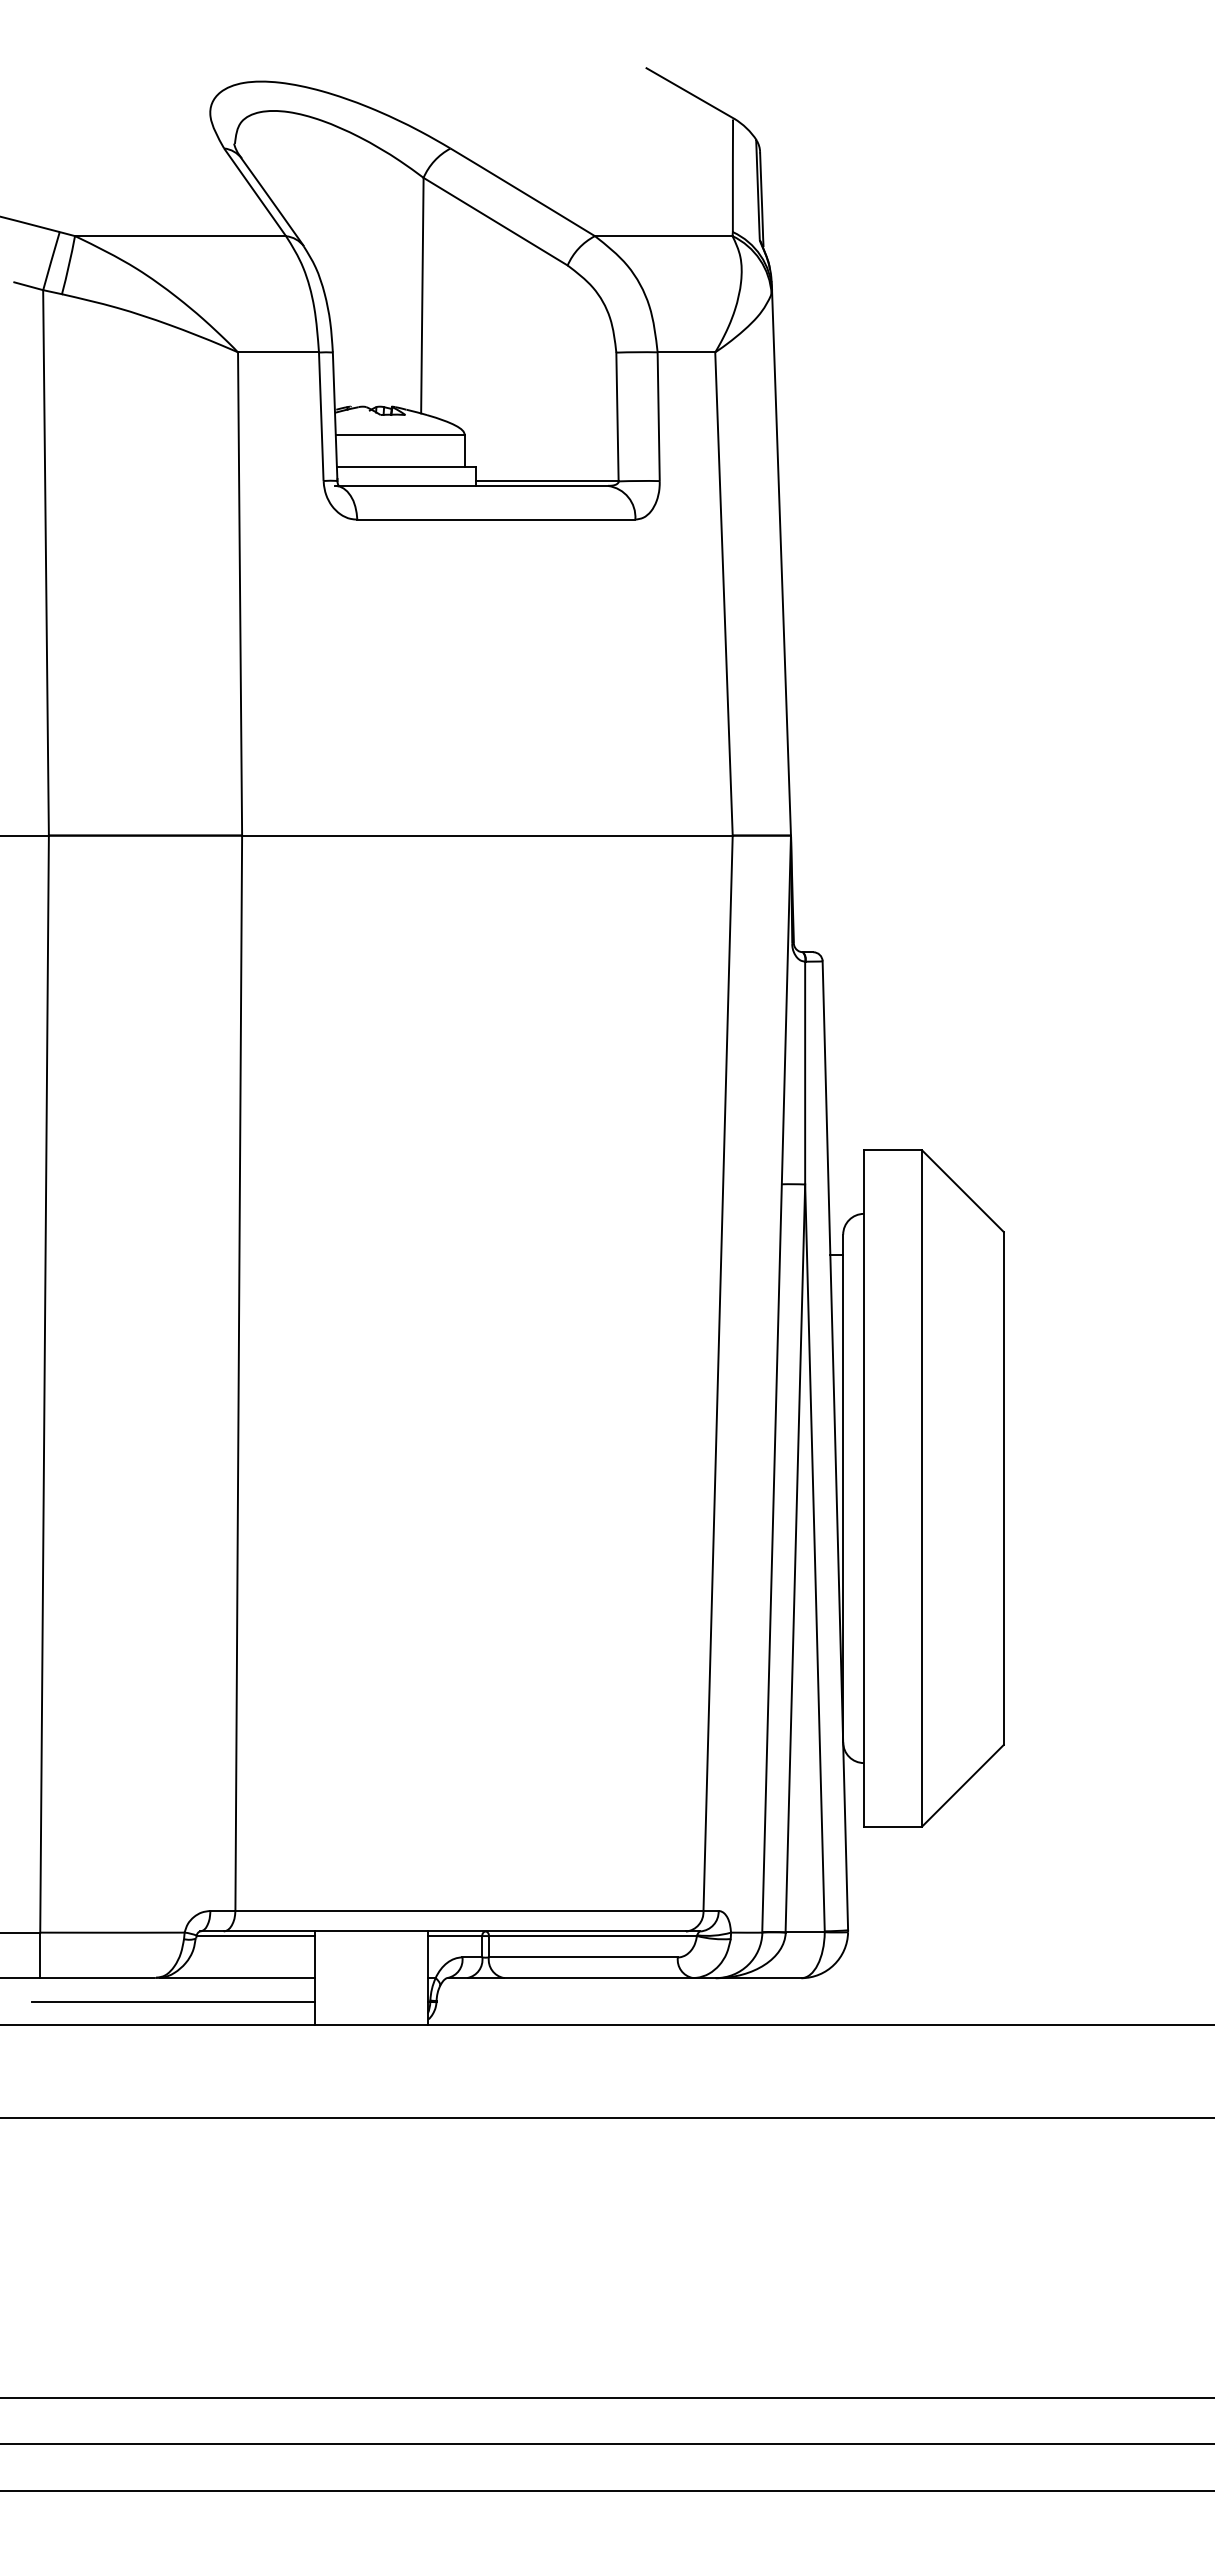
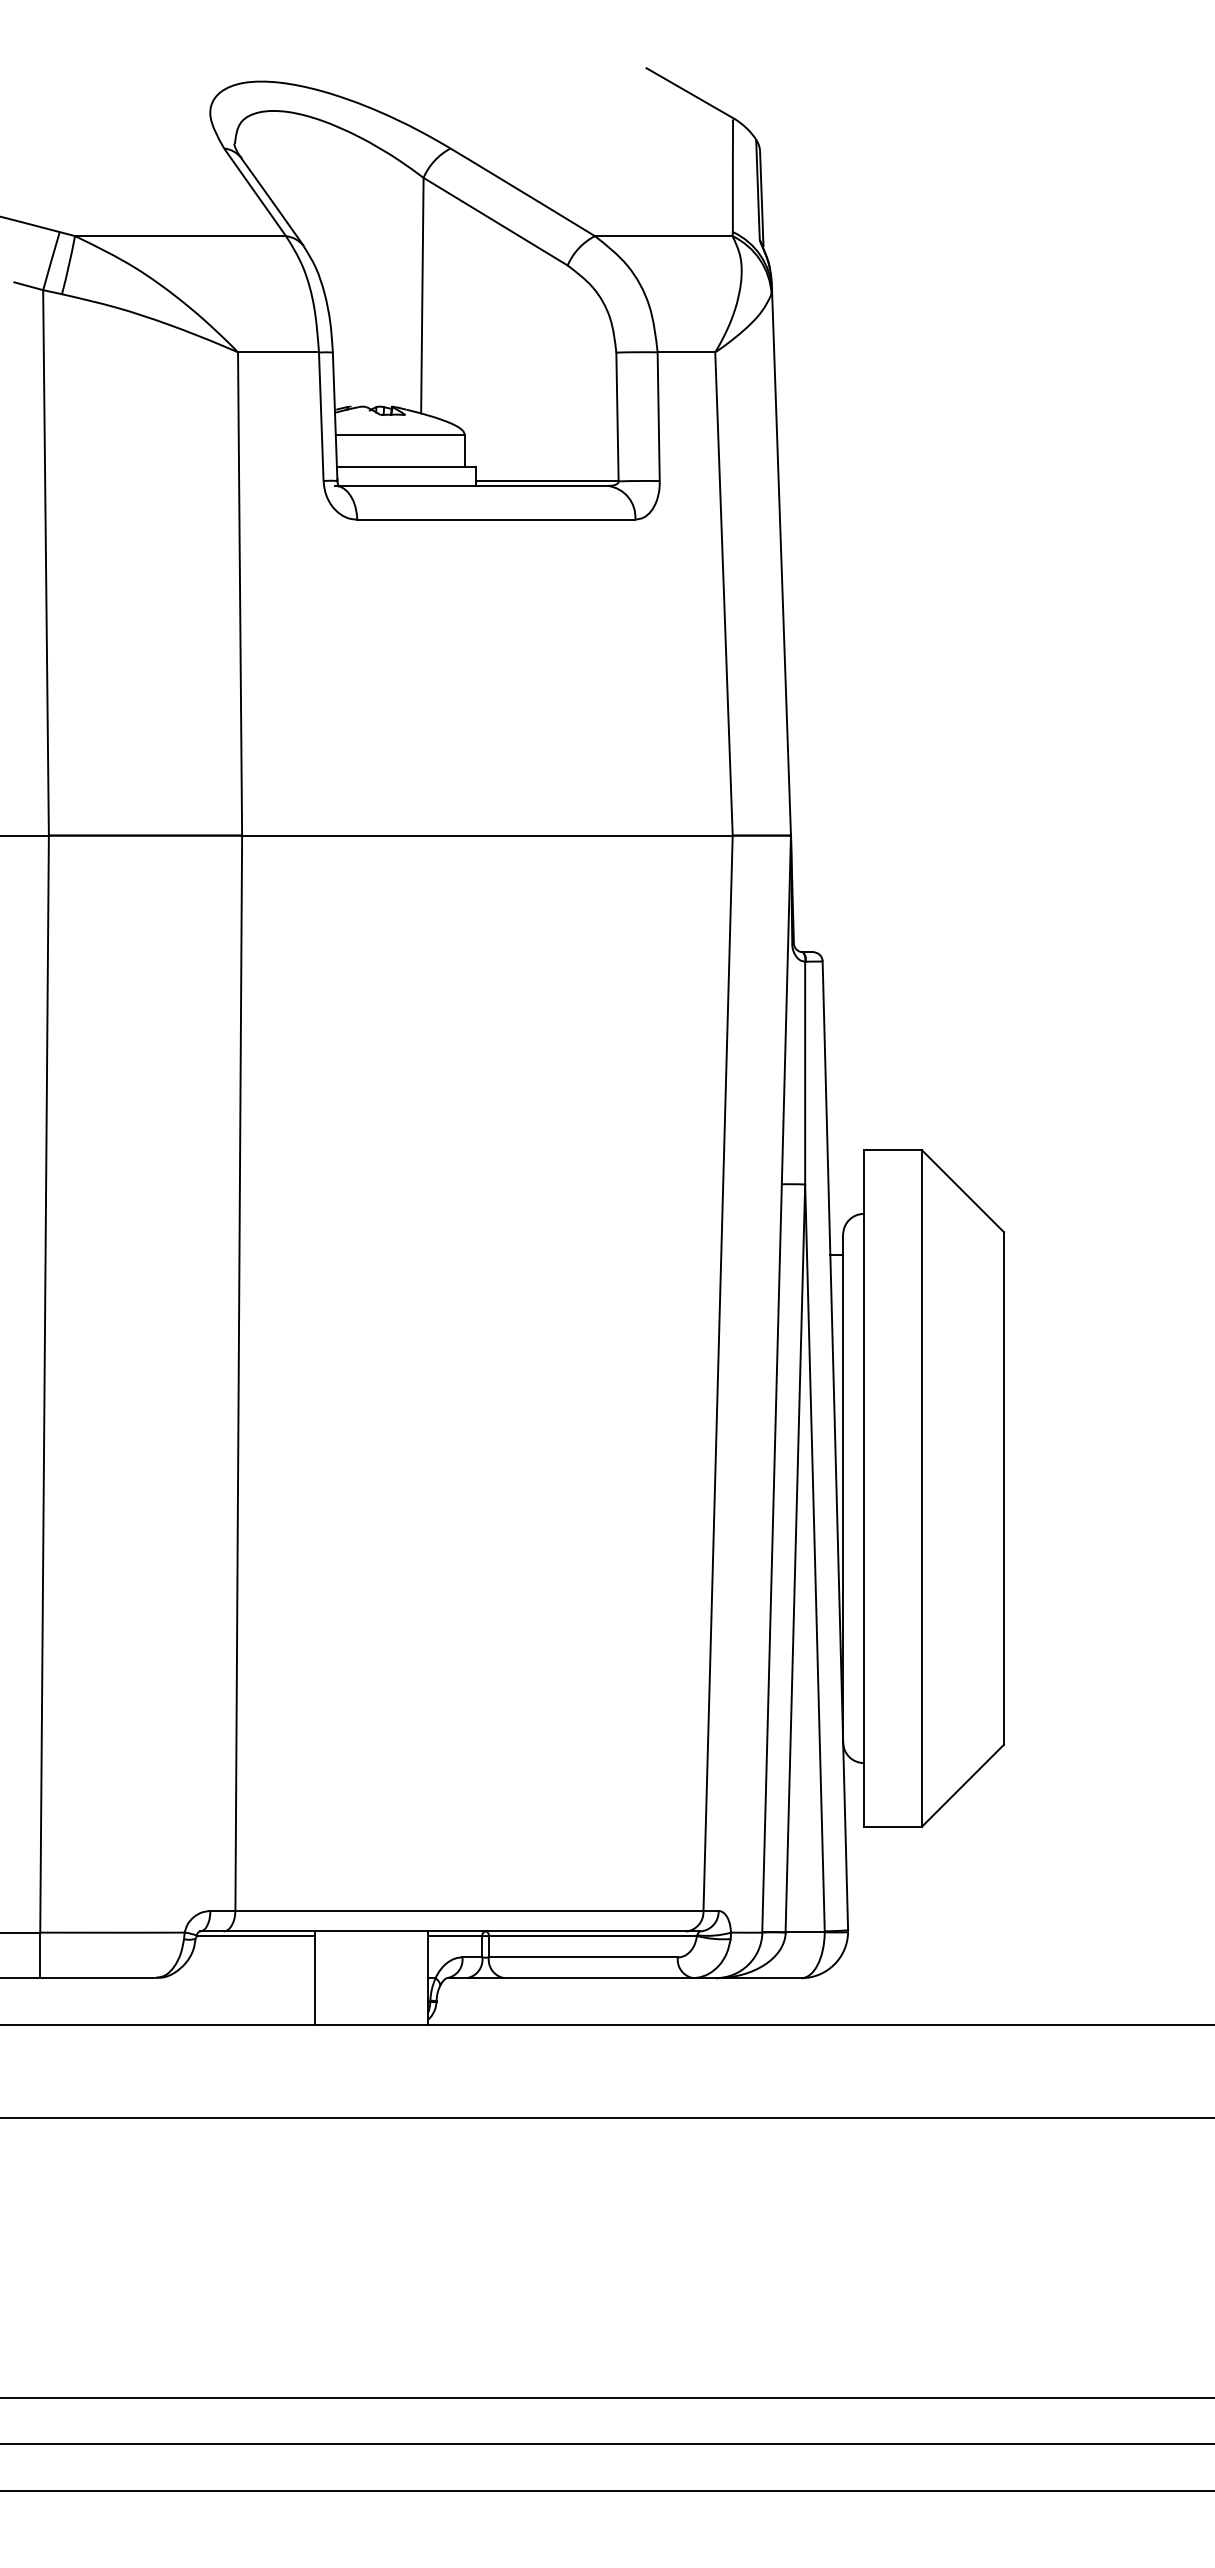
line at (236, 1978): present -> none
line at (173, 2002): present -> none
